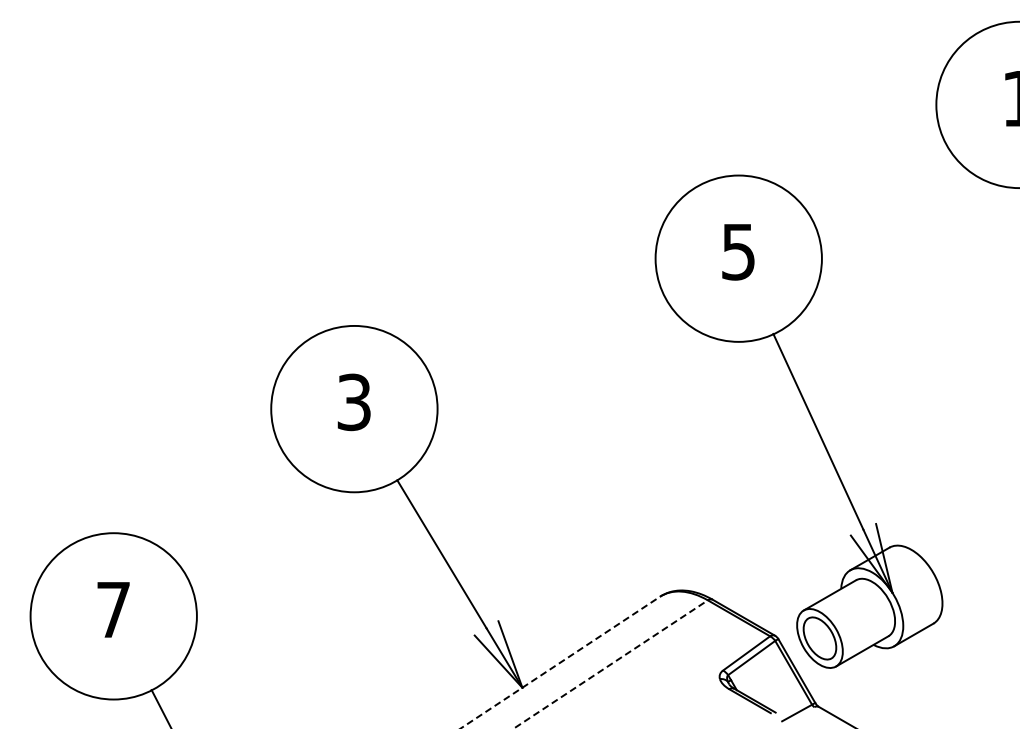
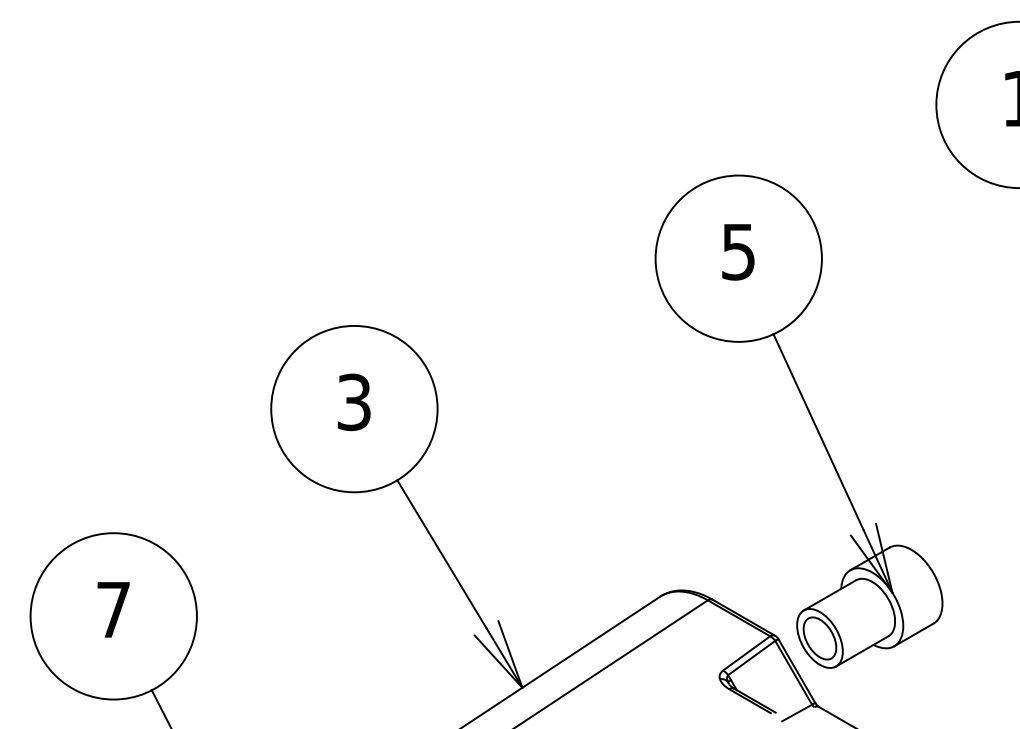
line at (560, 662): dashed -> solid
line at (610, 664): dashed -> solid
